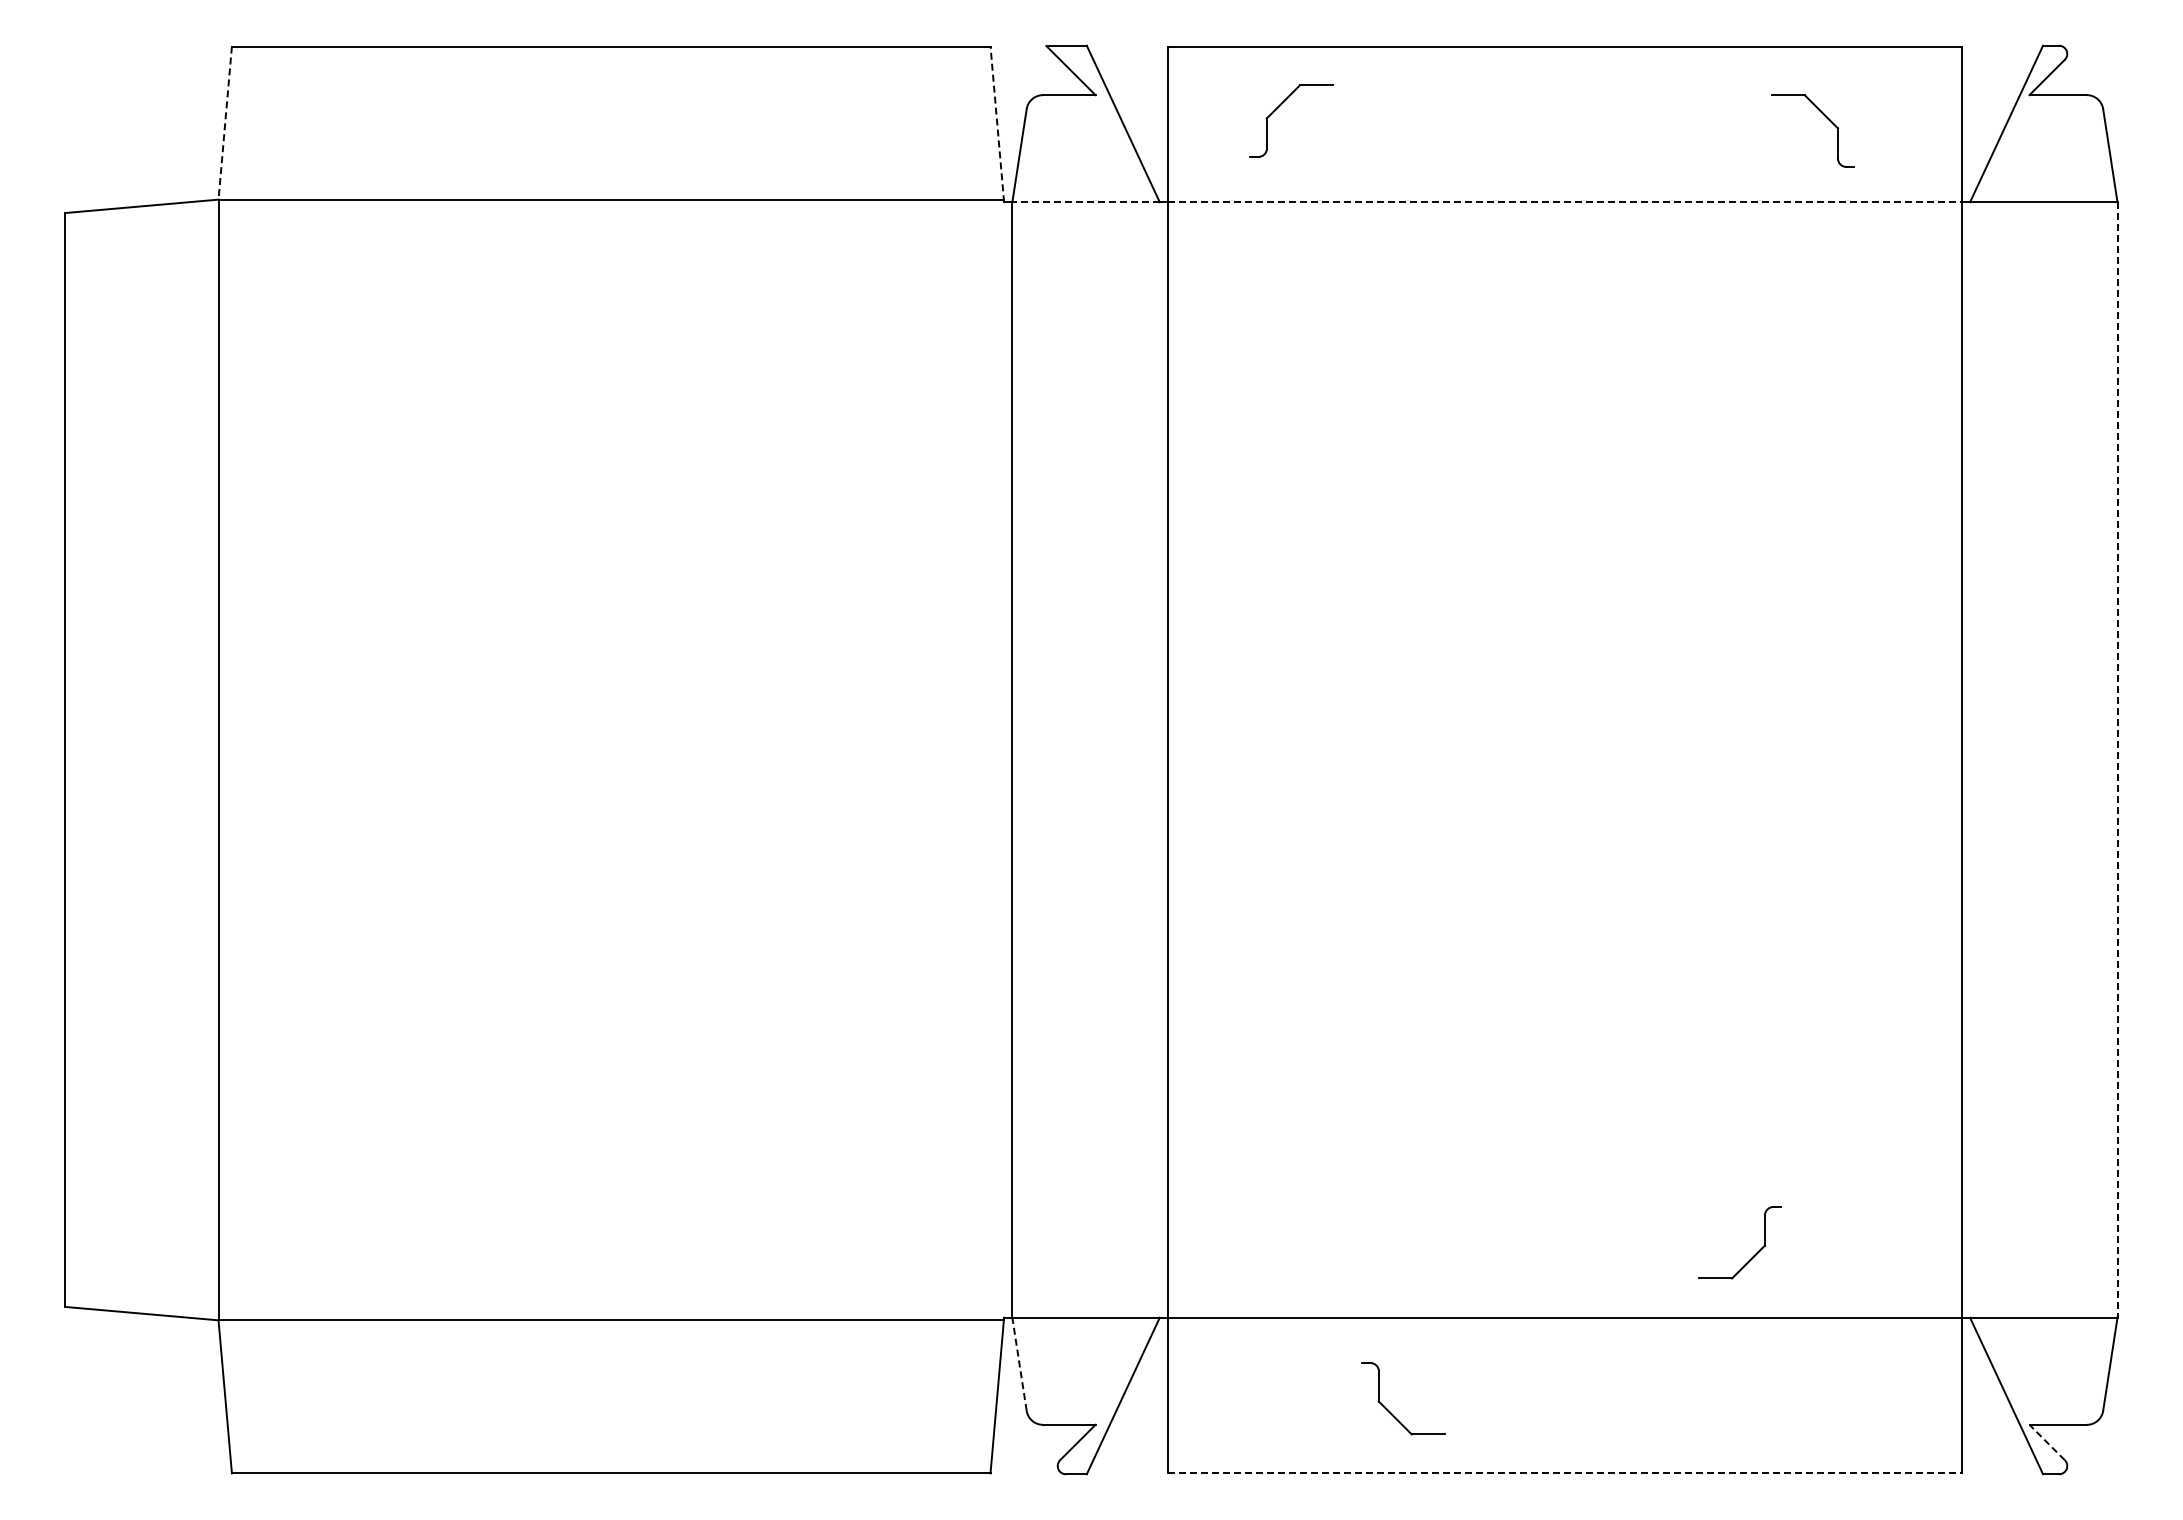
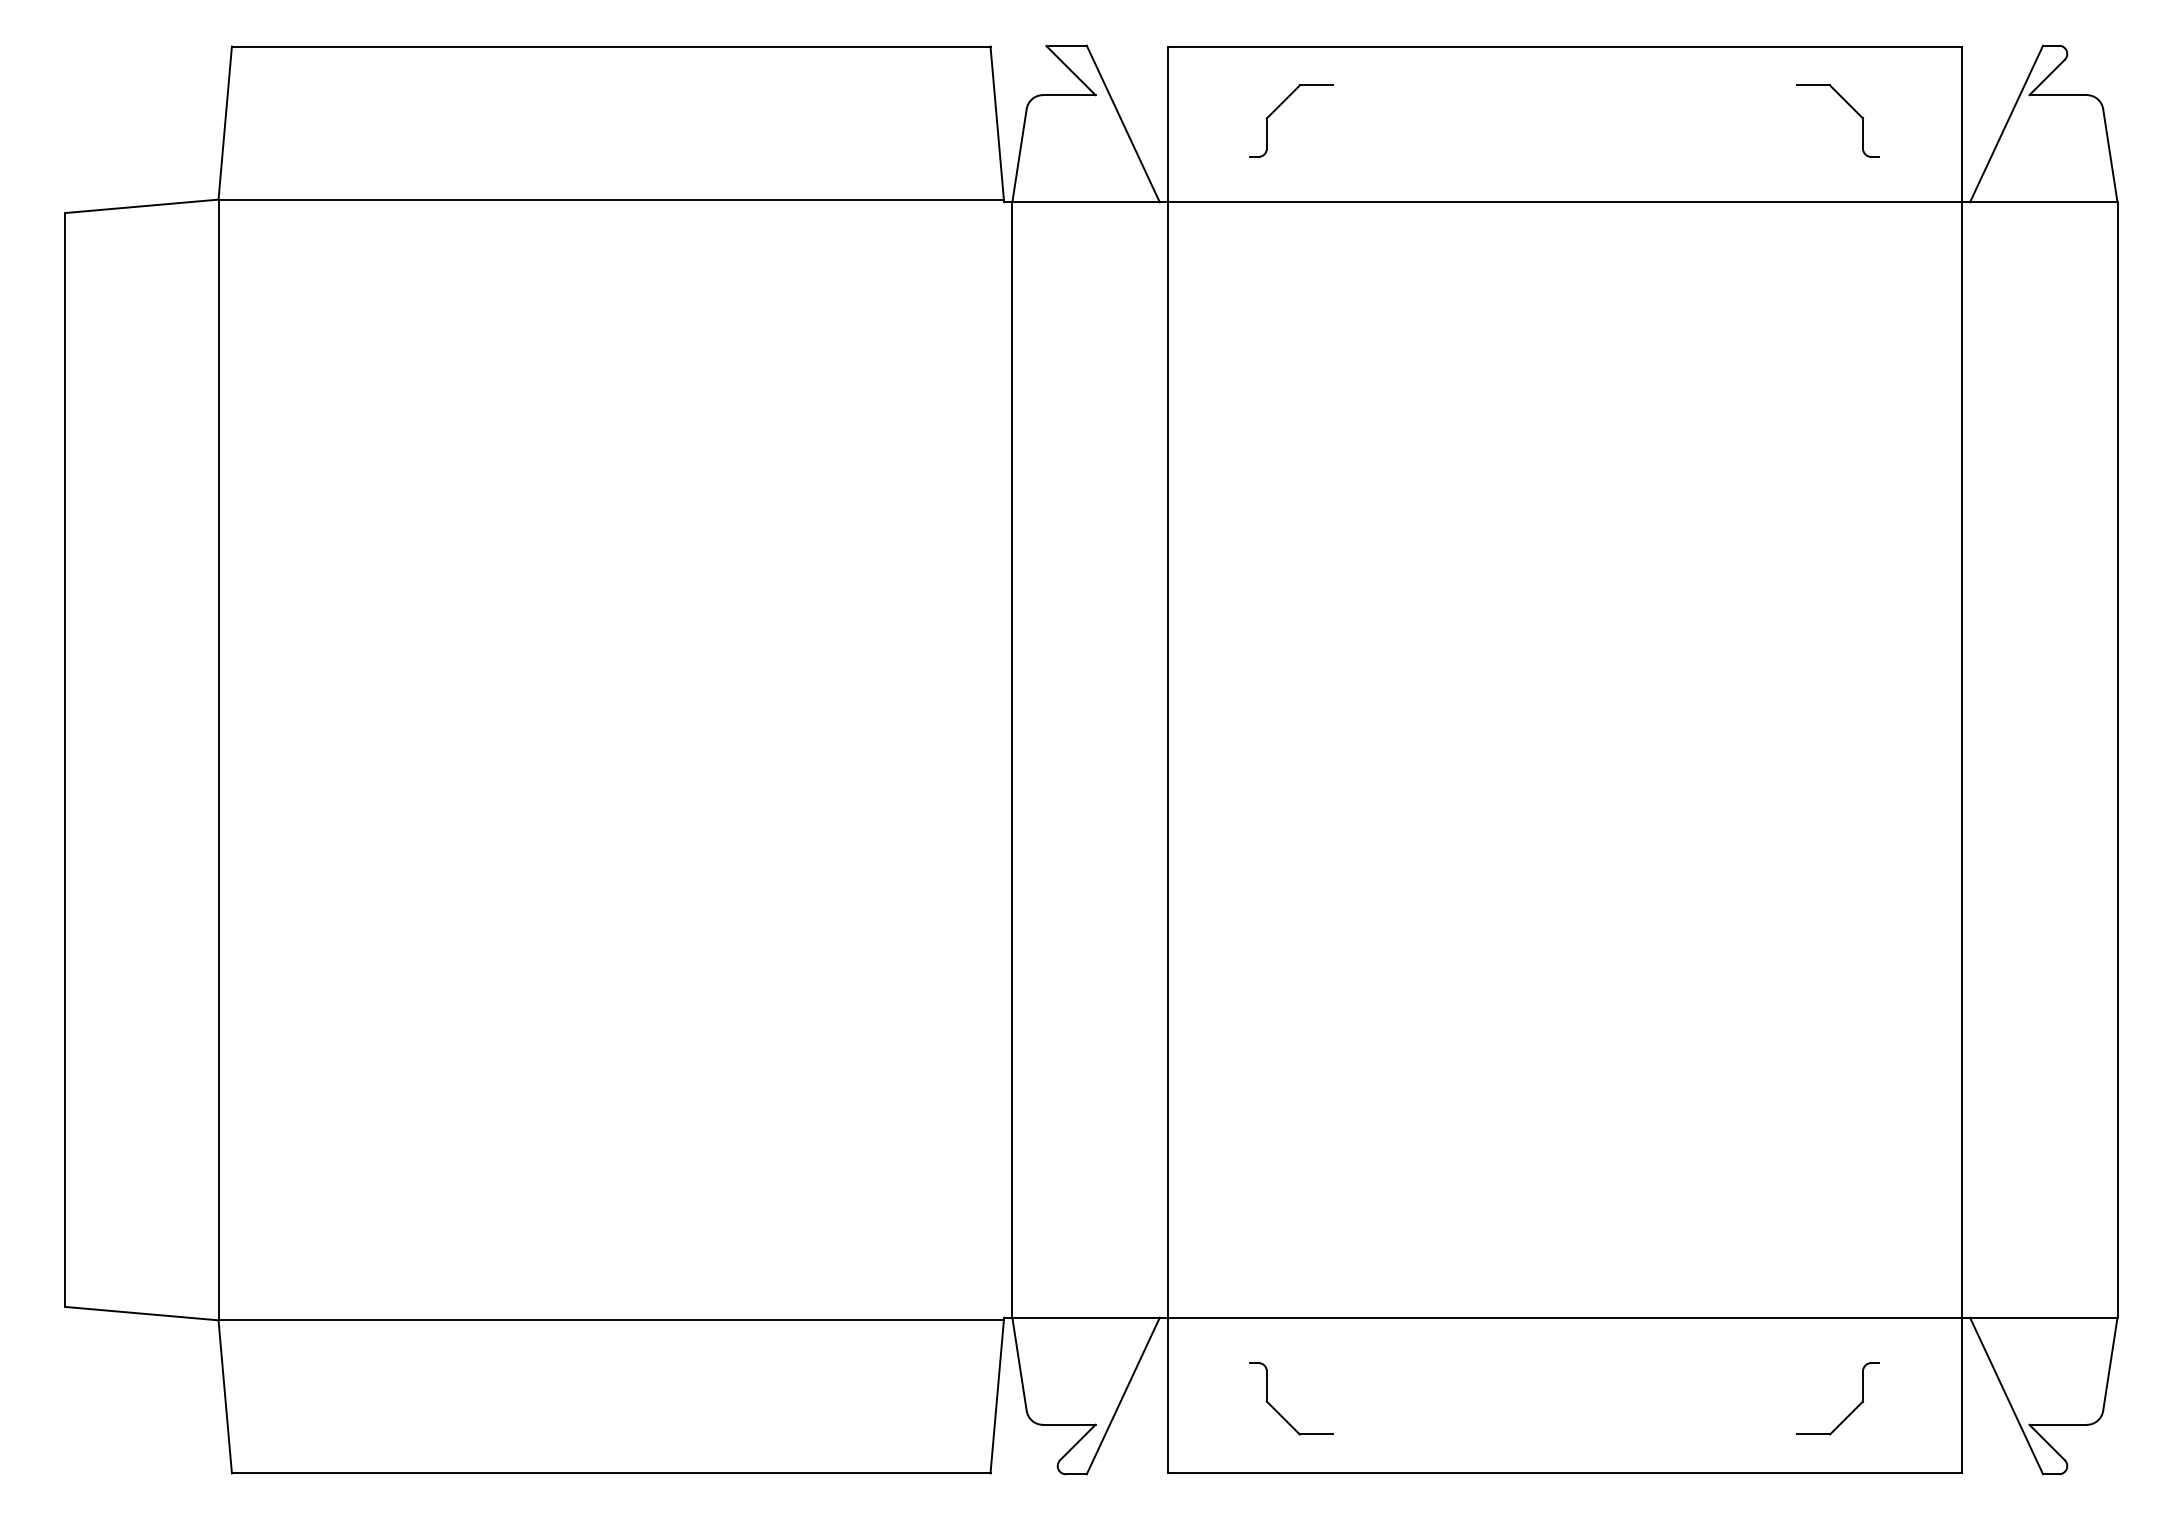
part at (1825, 117) position: (1825, 117) -> (1850, 107)
line at (225, 123): dashed -> solid
line at (997, 123): dashed -> solid
line at (1086, 202): dashed -> solid
line at (1564, 202): dashed -> solid
line at (2117, 759): dashed -> solid
part at (1753, 1255) position: (1753, 1255) -> (1851, 1411)
line at (1019, 1363): dashed -> solid
part at (1390, 1411) position: (1390, 1411) -> (1278, 1411)
line at (2047, 1442): dashed -> solid
line at (1564, 1473): dashed -> solid
